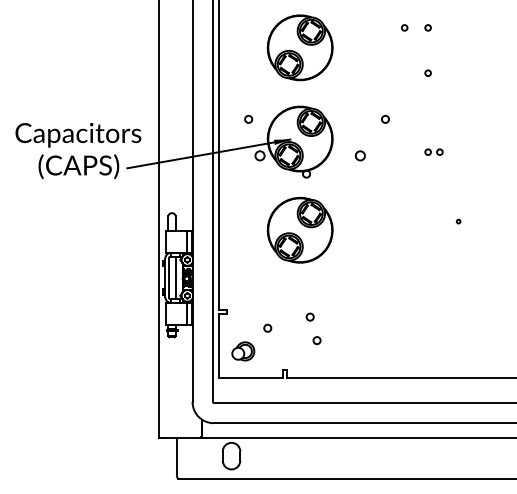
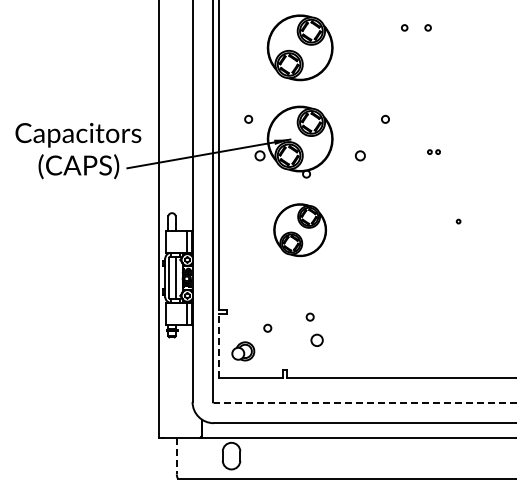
circle at (427, 72): present -> none
part at (433, 151) size: 20x8 px -> 14x6 px
part at (299, 229) size: 68x68 px -> 55x55 px
circle at (316, 340) size: 10x10 px -> 14x14 px
line at (218, 345): solid -> dashed
line at (364, 402): solid -> dashed
line at (176, 456): solid -> dashed
